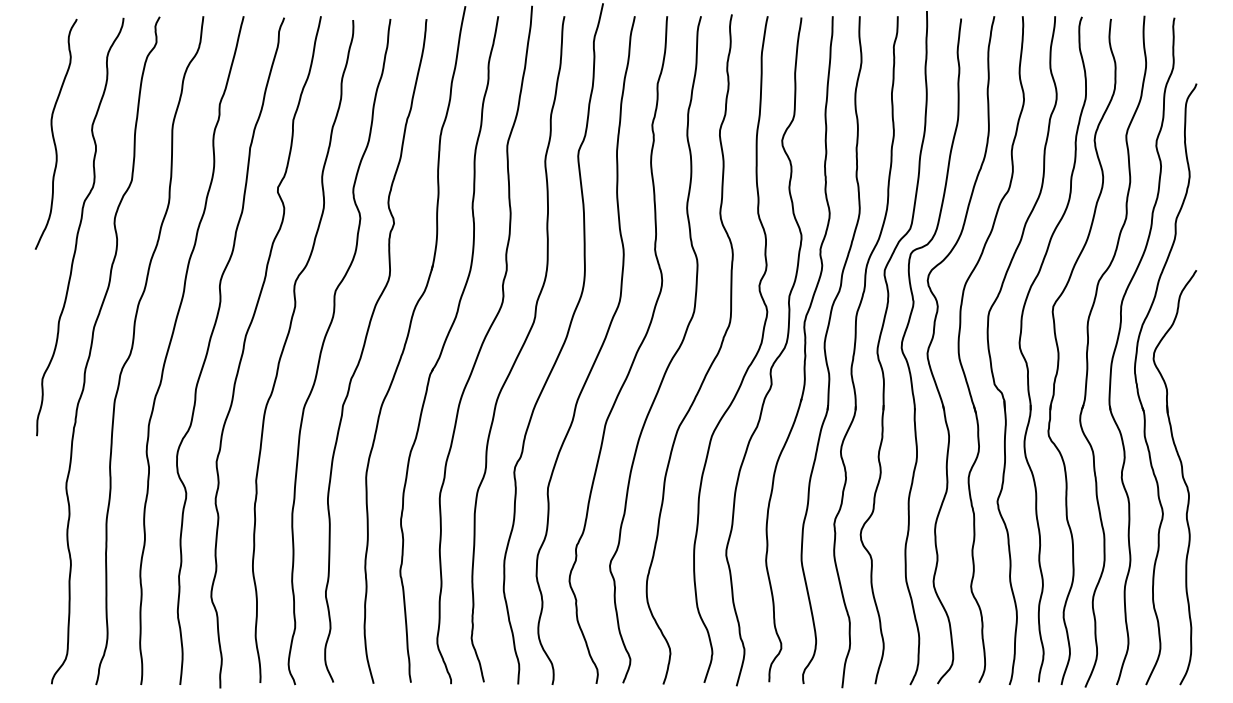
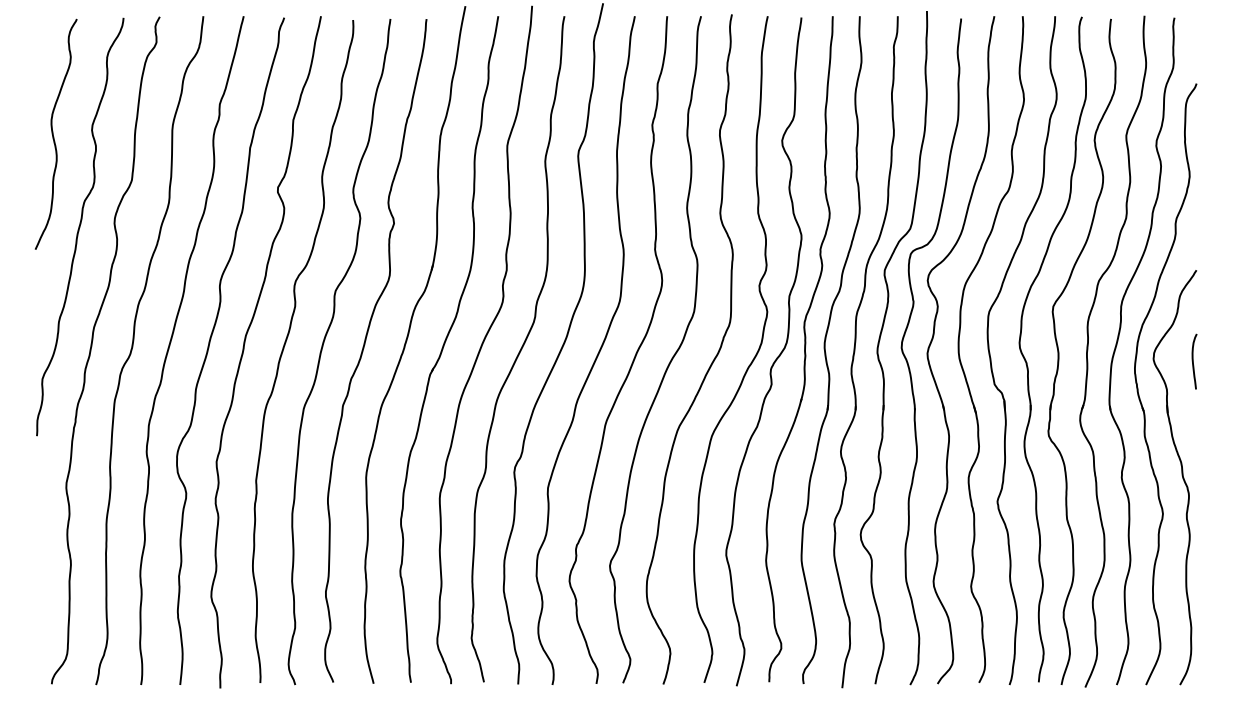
curve at (1193, 361): none -> present
